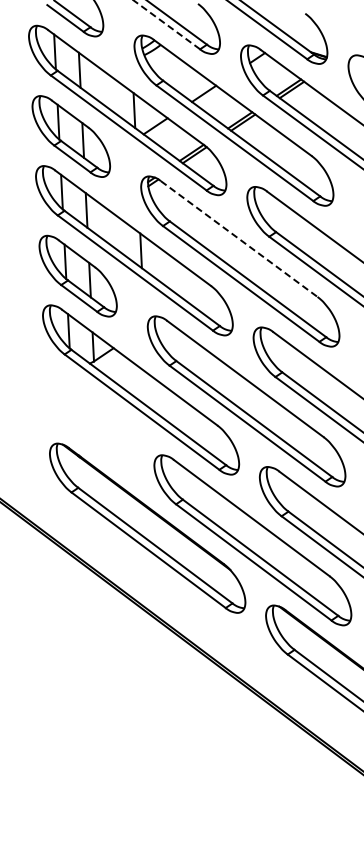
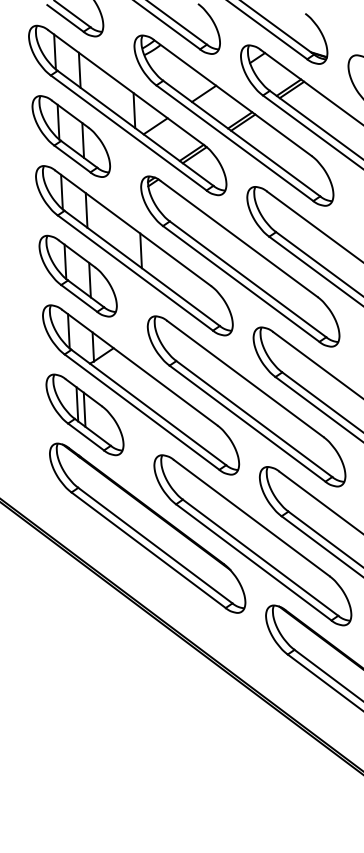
line at (166, 24): dashed -> solid
line at (239, 239): dashed -> solid
part at (84, 414): none -> present
